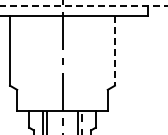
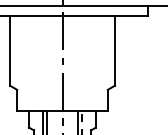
line at (83, 6): dashed -> solid
line at (114, 50): dashed -> solid
